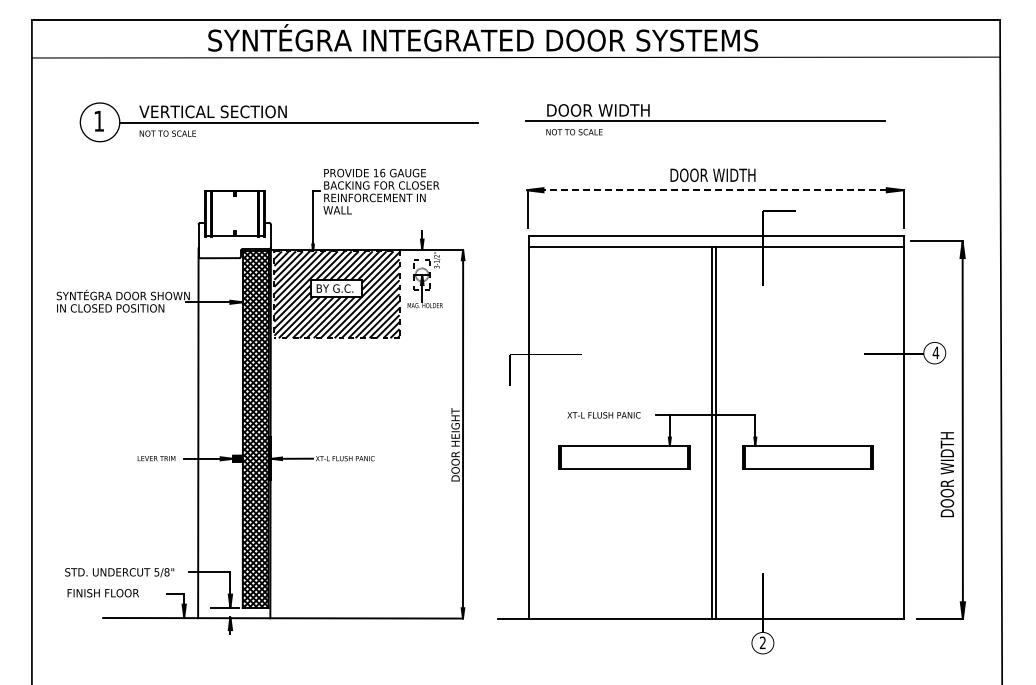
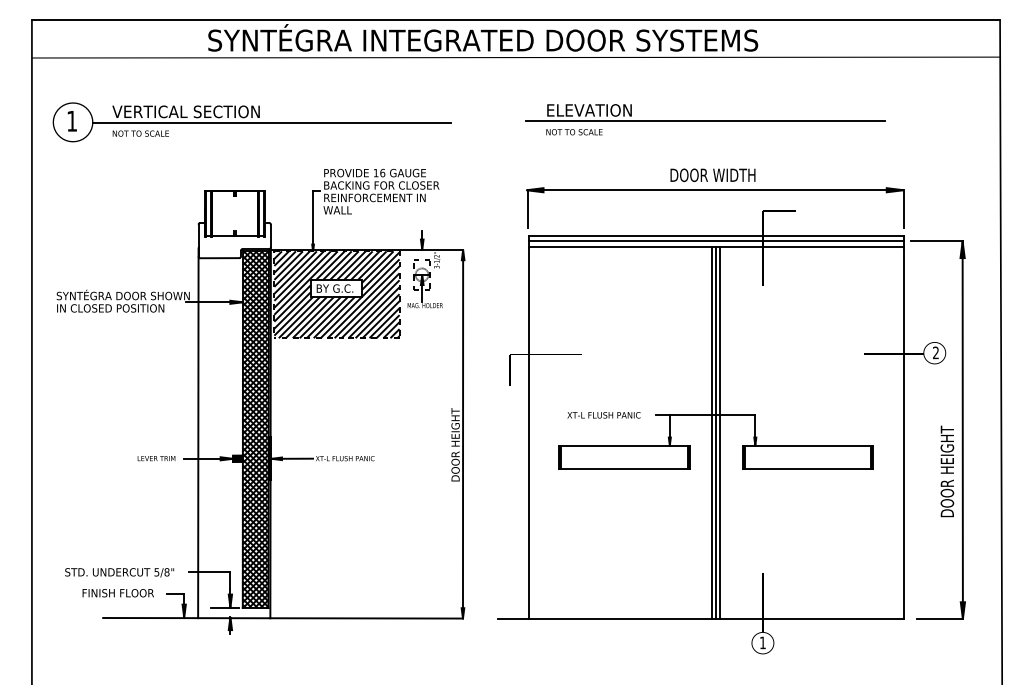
text at (598, 110): DOOR WIDTH -> ELEVATION
part at (278, 122) position: (278, 122) -> (251, 122)
line at (708, 190): dashed -> solid
line at (715, 241): none -> present
text at (935, 352): 4 -> 2
line at (720, 432): none -> present
text at (947, 449): DOOR WIDTH -> DOOR HEIGHT
text at (102, 593) position: (102, 593) -> (117, 593)
text at (762, 642): 2 -> 1
